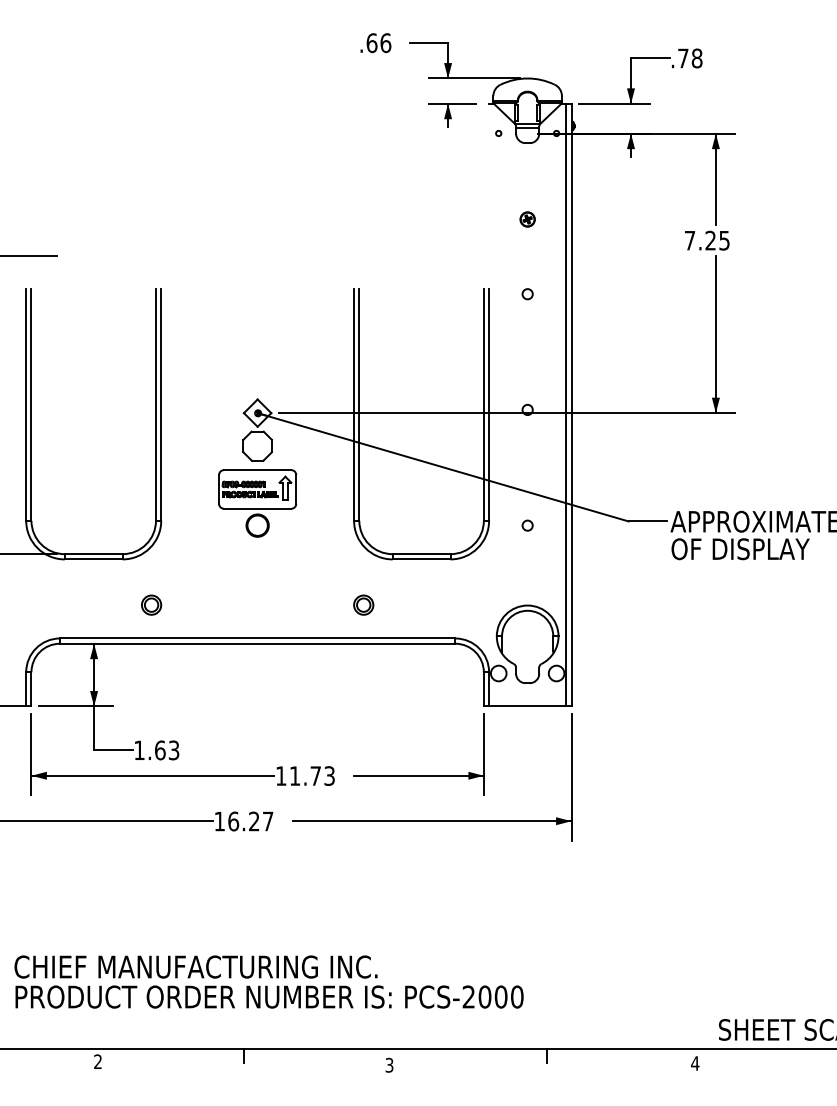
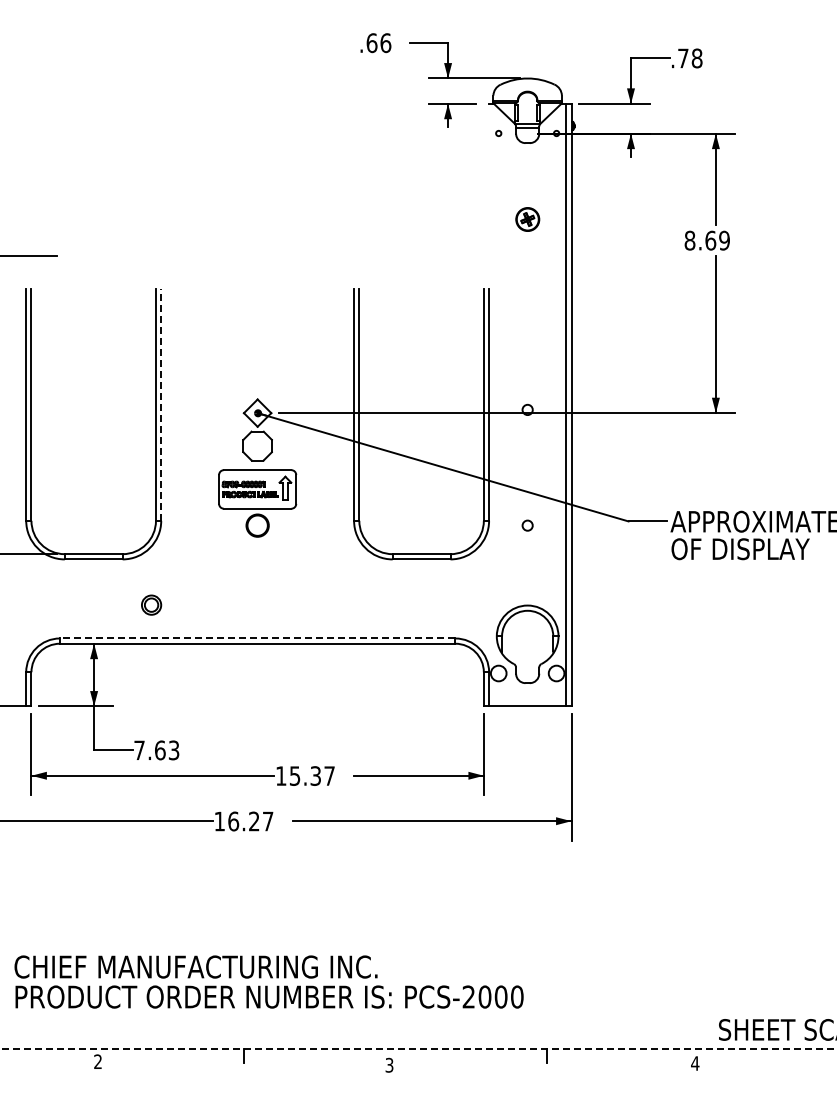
part at (527, 219) size: 17x17 px -> 26x25 px
text at (706, 240): 7.25 -> 8.69
circle at (527, 294): present -> none
line at (161, 405): solid -> dashed
part at (363, 604): present -> none
line at (257, 638): solid -> dashed
text at (139, 749): 1.63 -> 7.63
text at (312, 775): 11.73 -> 15.37
line at (417, 1049): solid -> dashed
